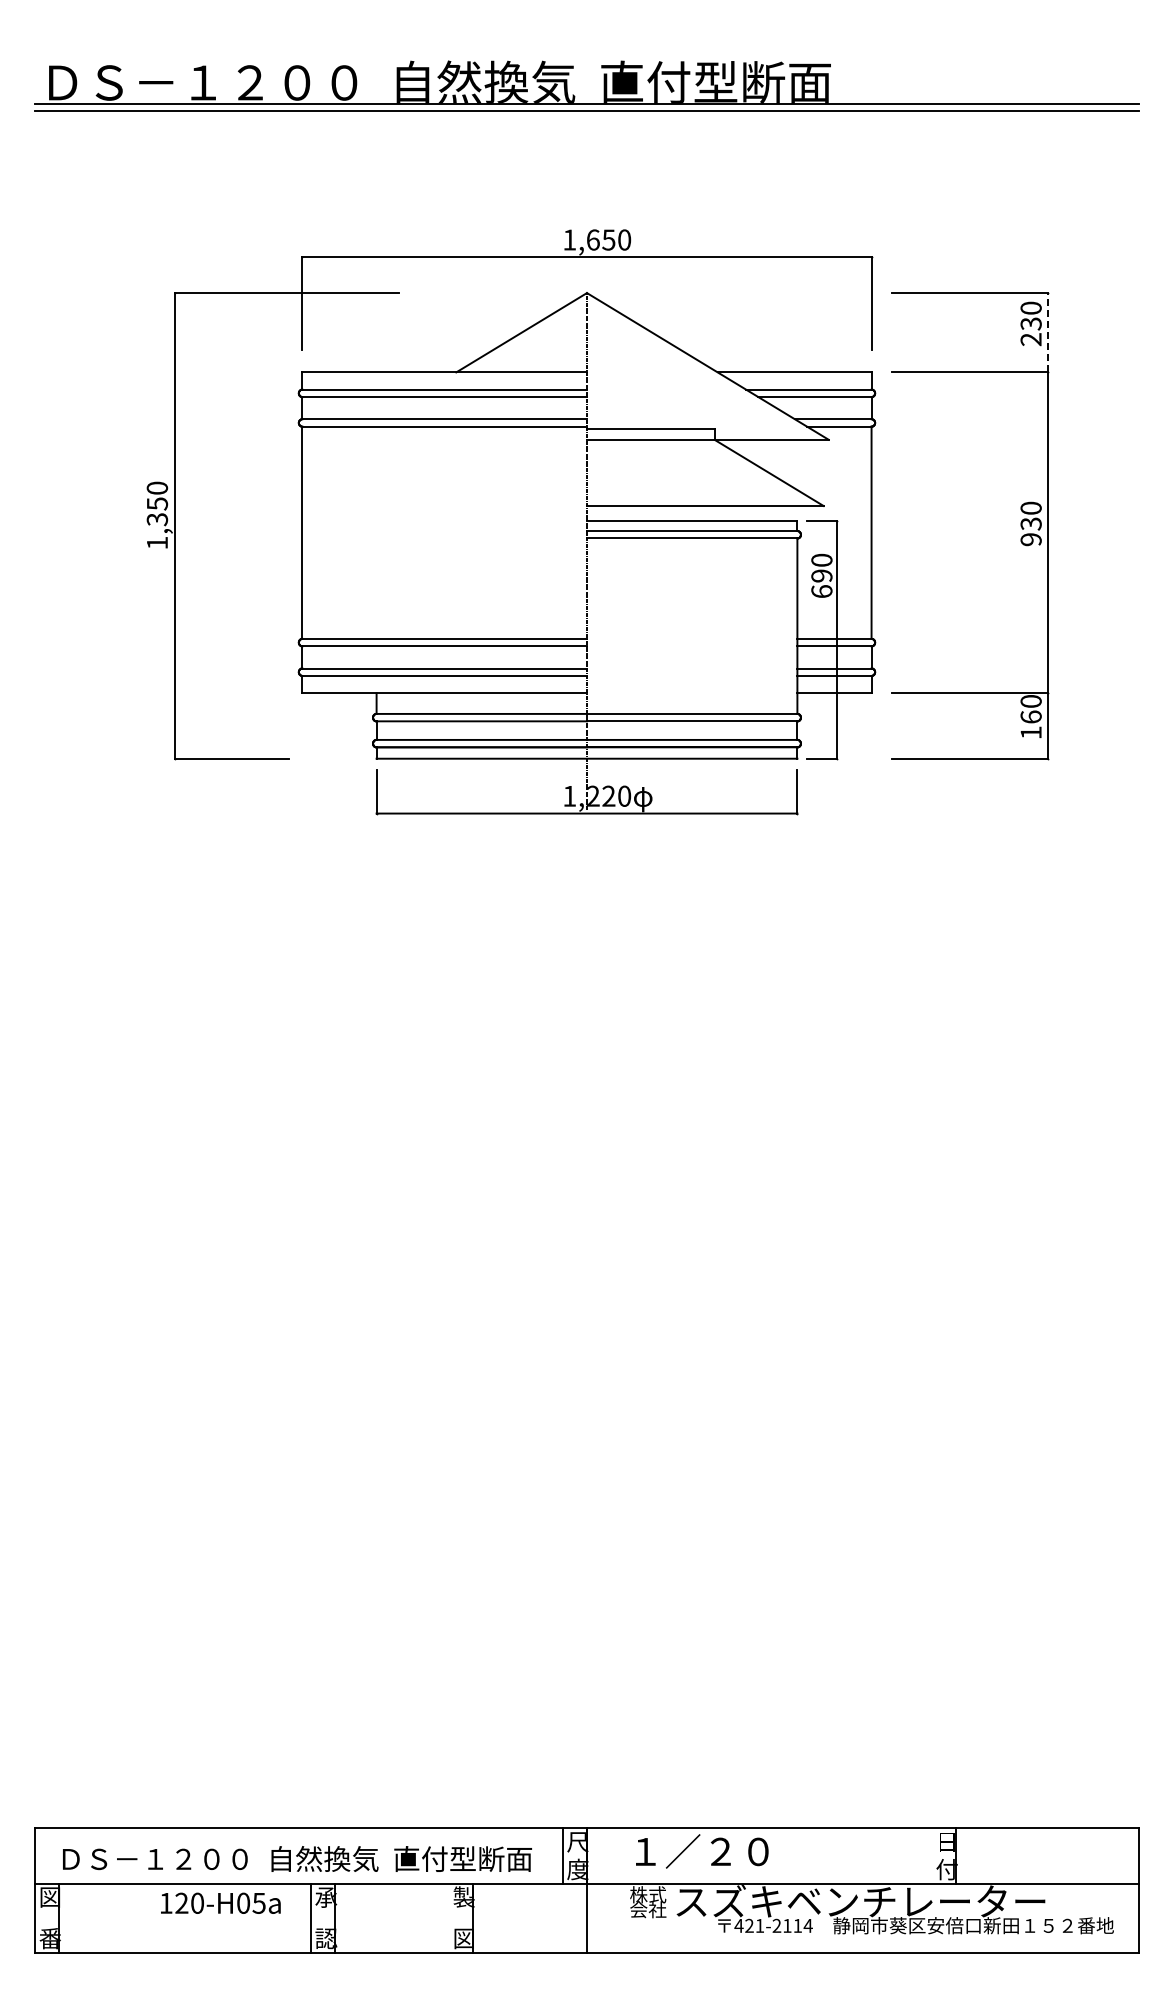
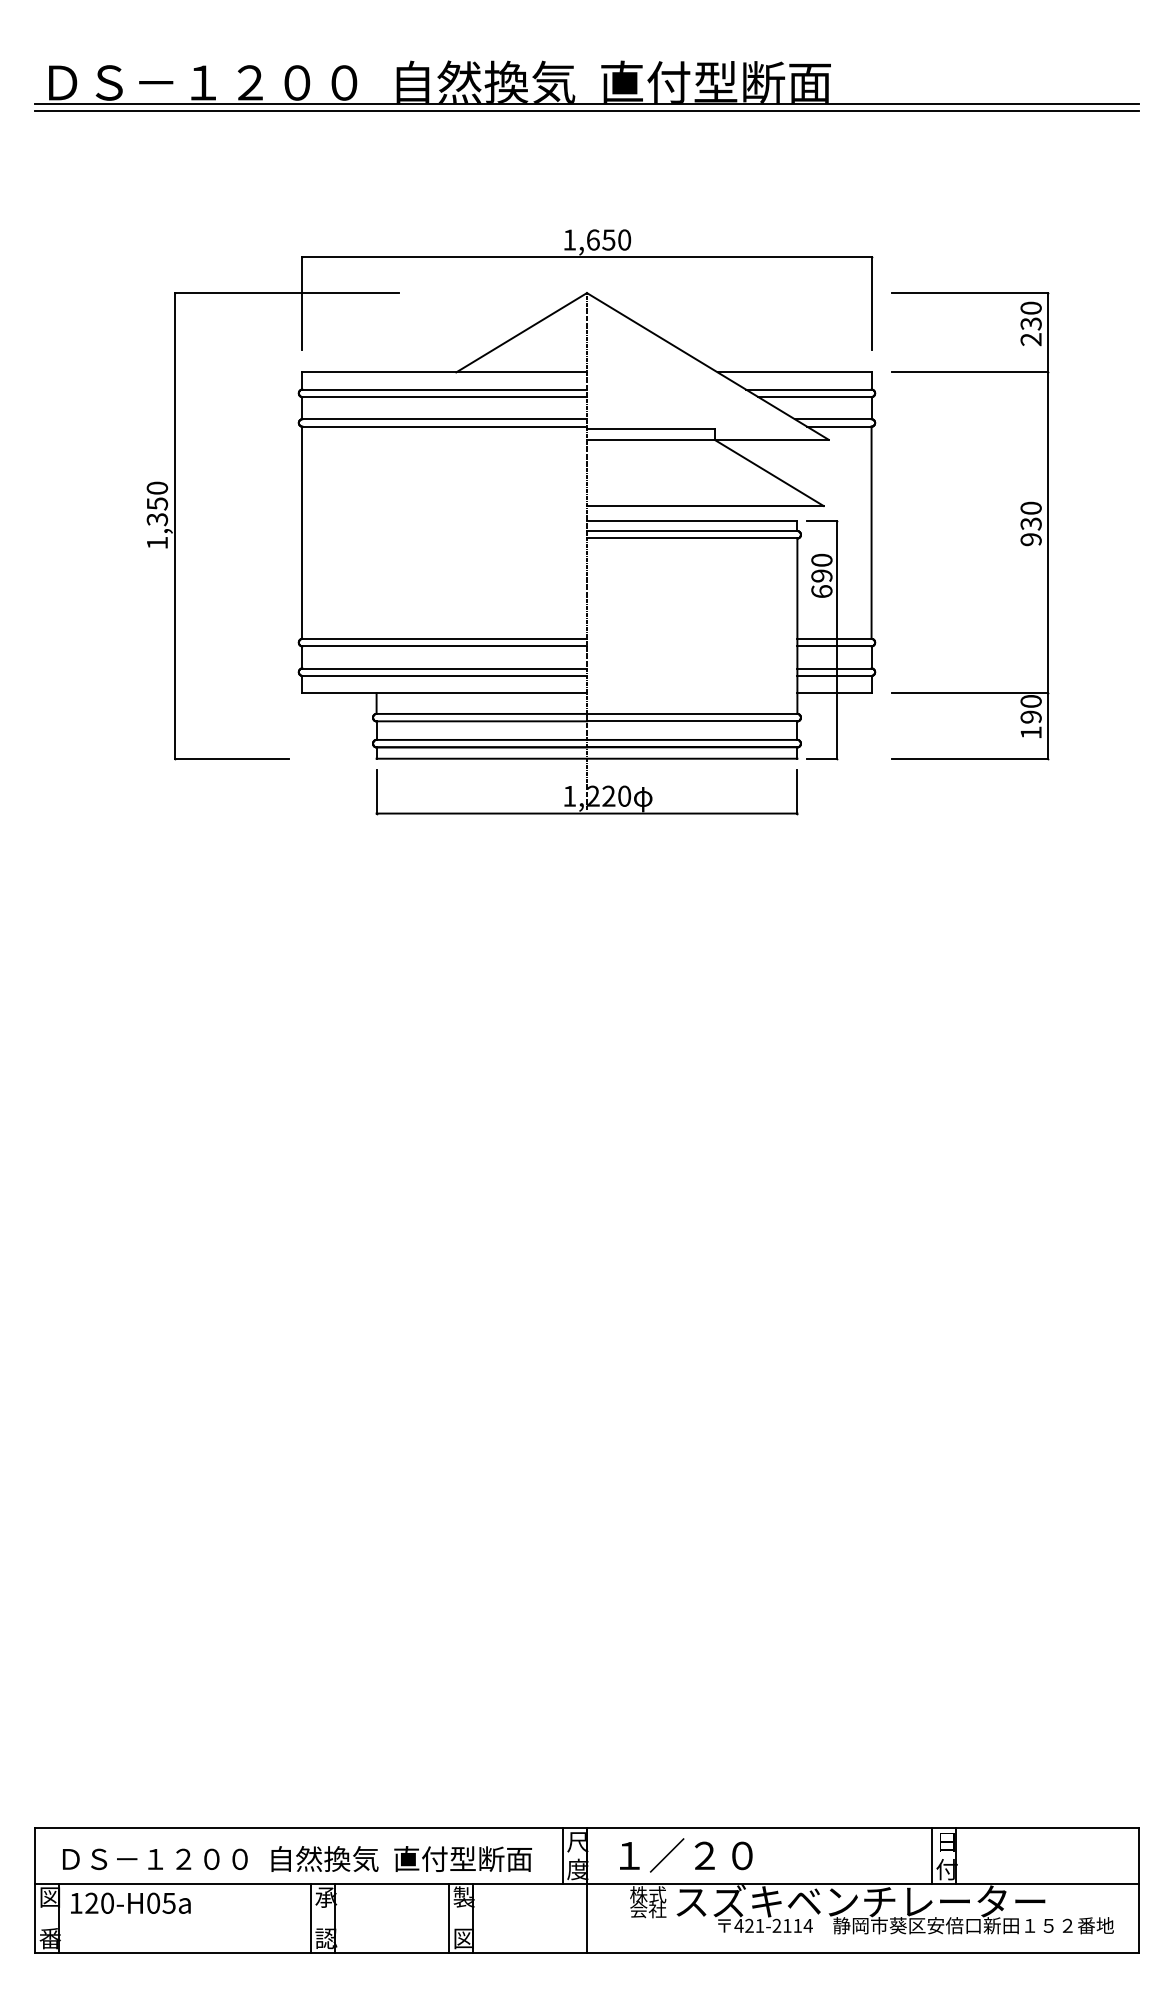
line at (1048, 332): dashed -> solid
text at (1030, 716): 160 -> 190
text at (702, 1851) position: (702, 1851) -> (686, 1855)
line at (931, 1855): none -> present
text at (220, 1902) position: (220, 1902) -> (130, 1902)
line at (449, 1917): none -> present
